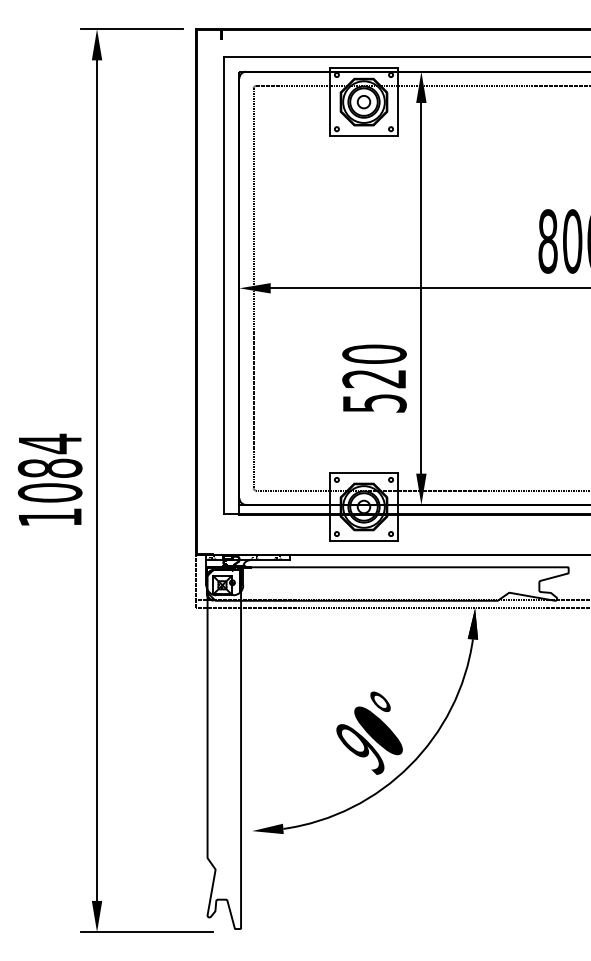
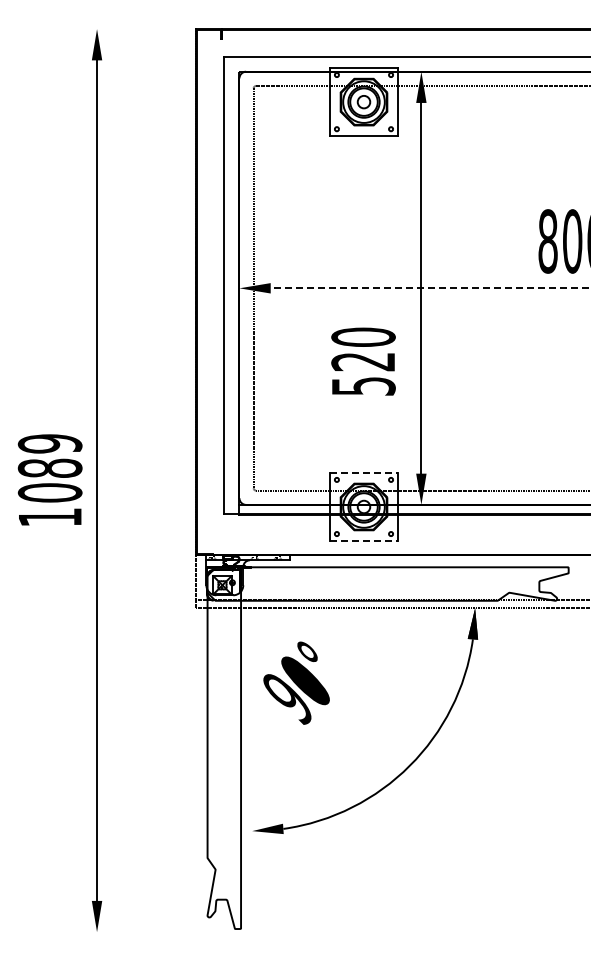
line at (132, 29): present -> none
line at (430, 288): solid -> dashed
text at (374, 378) position: (374, 378) -> (363, 361)
text at (49, 443): 1084 -> 1089
line at (364, 472): solid -> dashed
line at (364, 541): solid -> dashed
text at (369, 732) position: (369, 732) -> (296, 682)
line at (146, 932): present -> none
